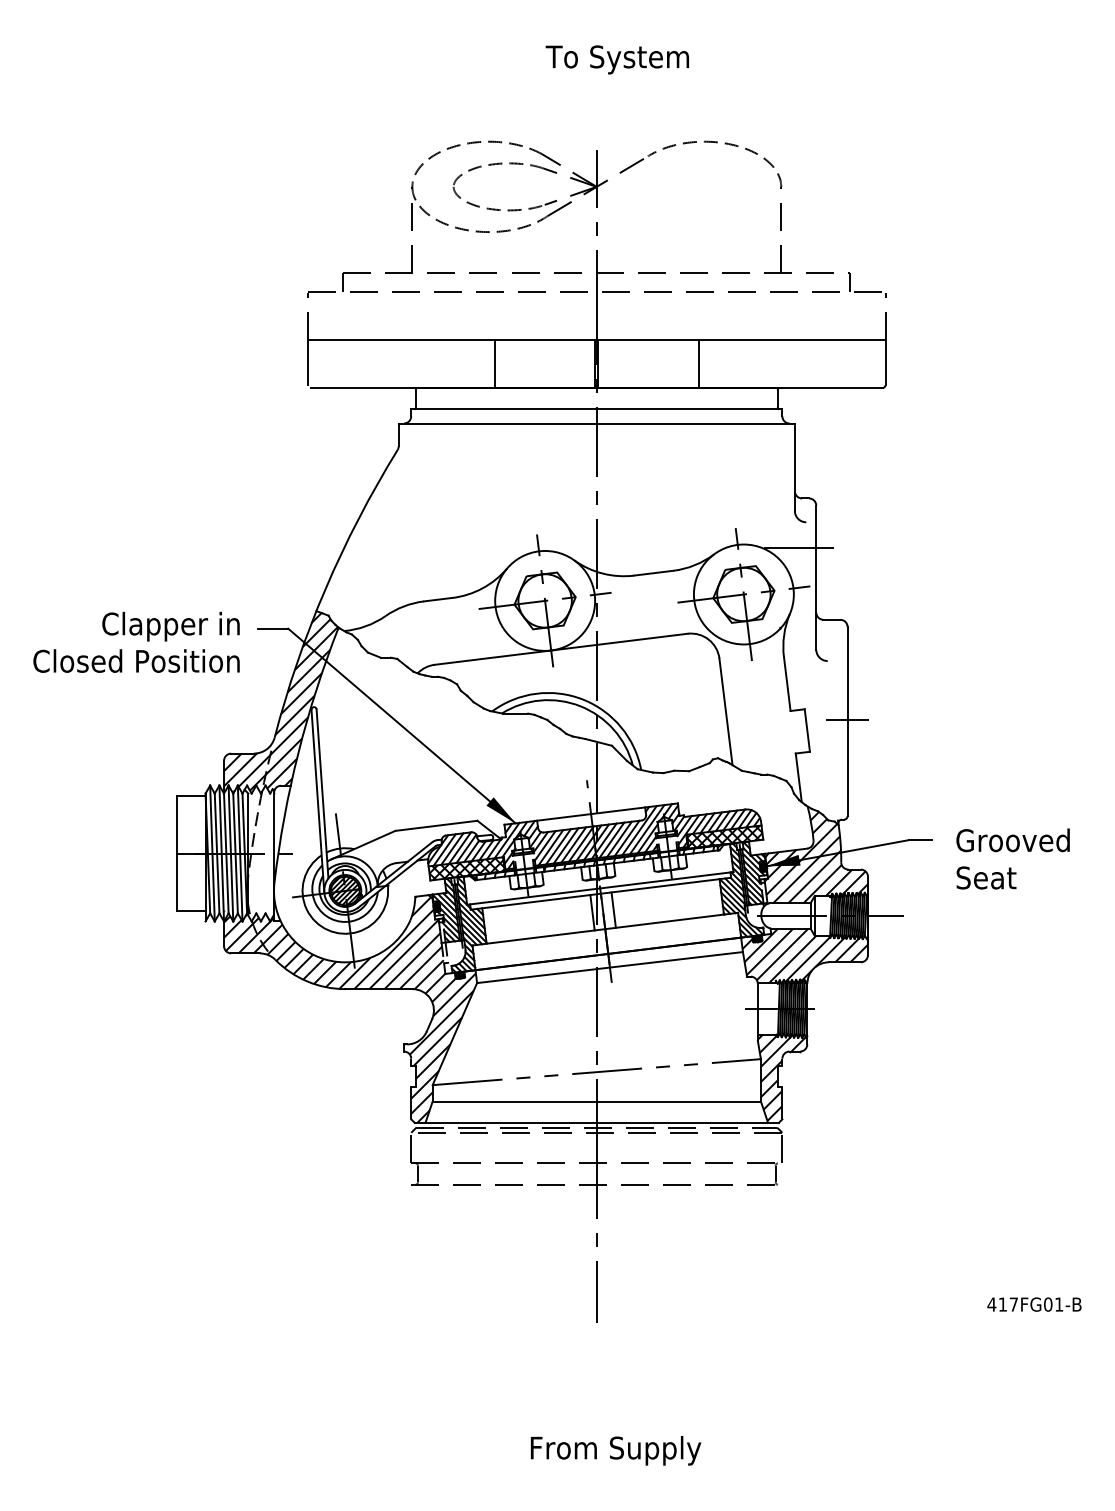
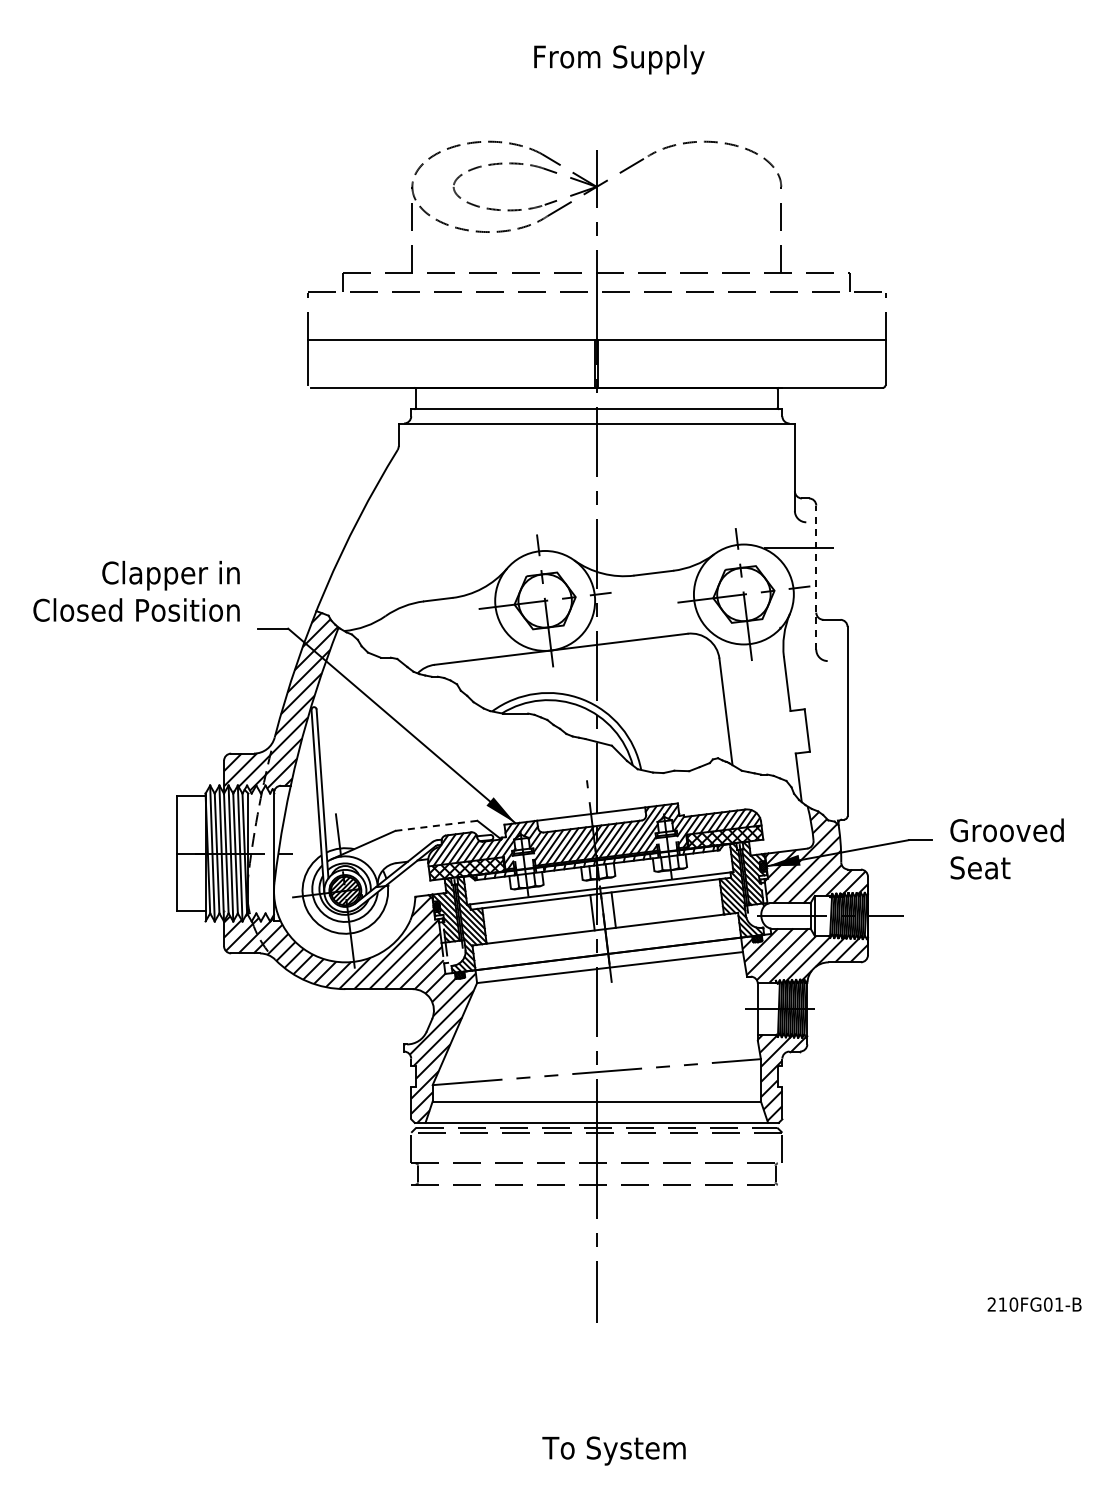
text at (619, 59): To System -> From Supply
line at (494, 363): present -> none
line at (699, 363): present -> none
line at (816, 577): solid -> dashed
text at (136, 641) position: (136, 641) -> (136, 590)
line at (847, 719): present -> none
line at (436, 825): solid -> dashed
text at (1012, 858) position: (1012, 858) -> (1006, 848)
text at (1002, 1304): 417FG01-B -> 210FG01-B
text at (615, 1450): From Supply -> To System
